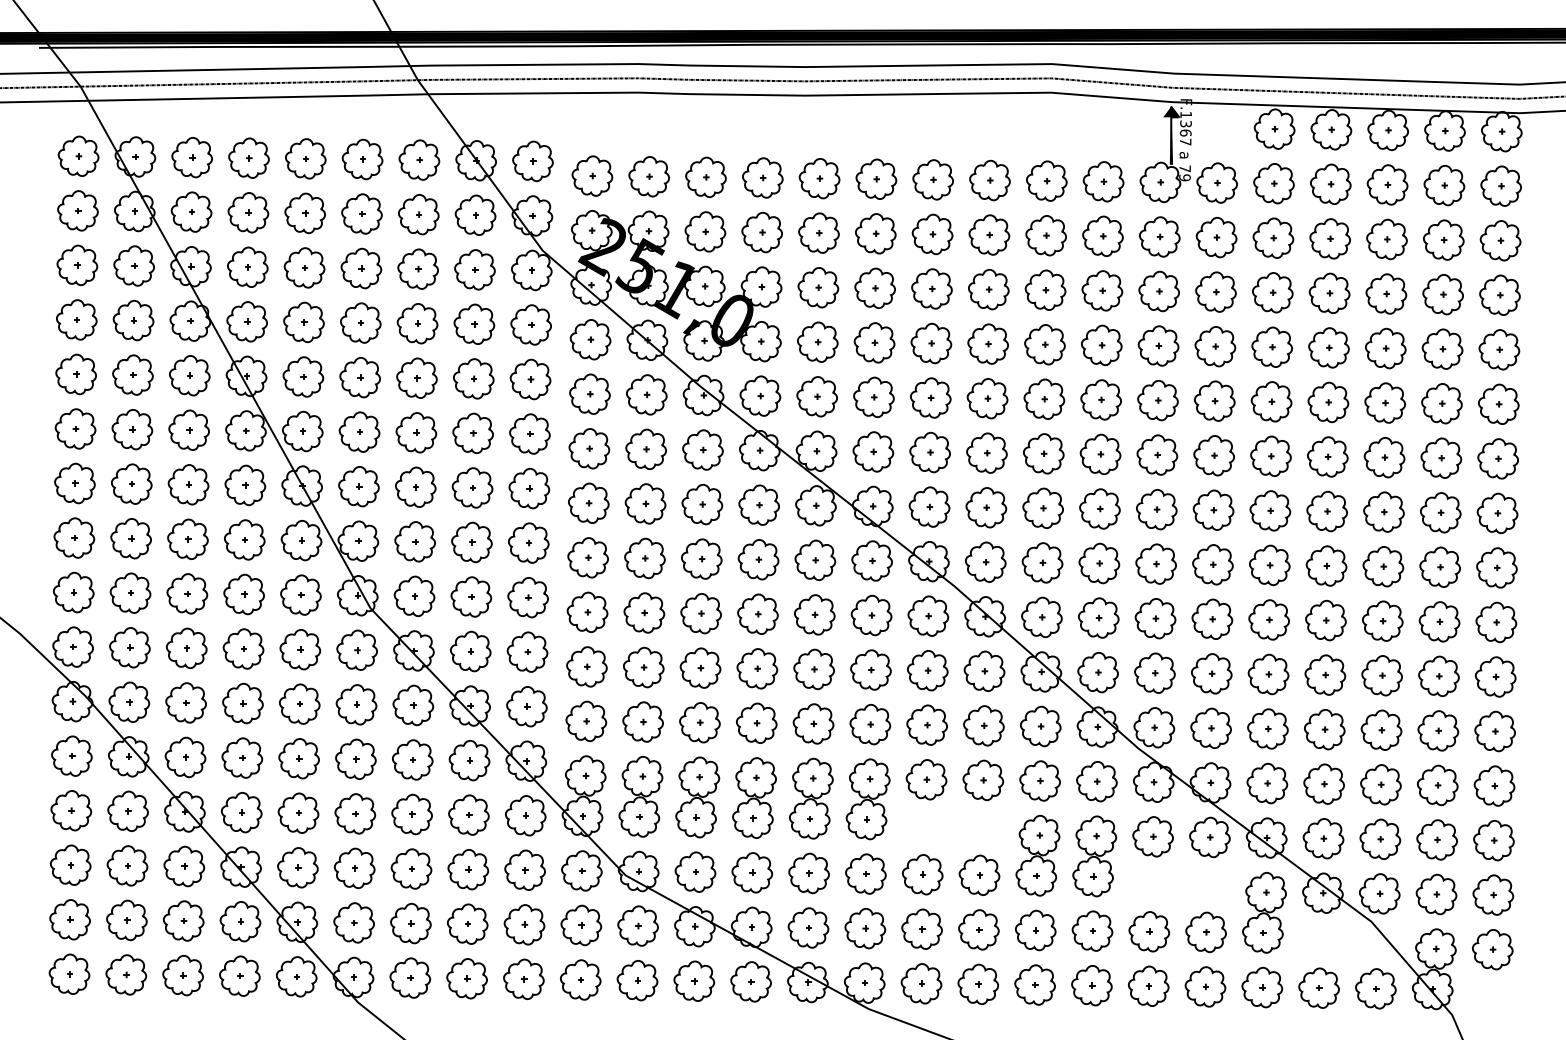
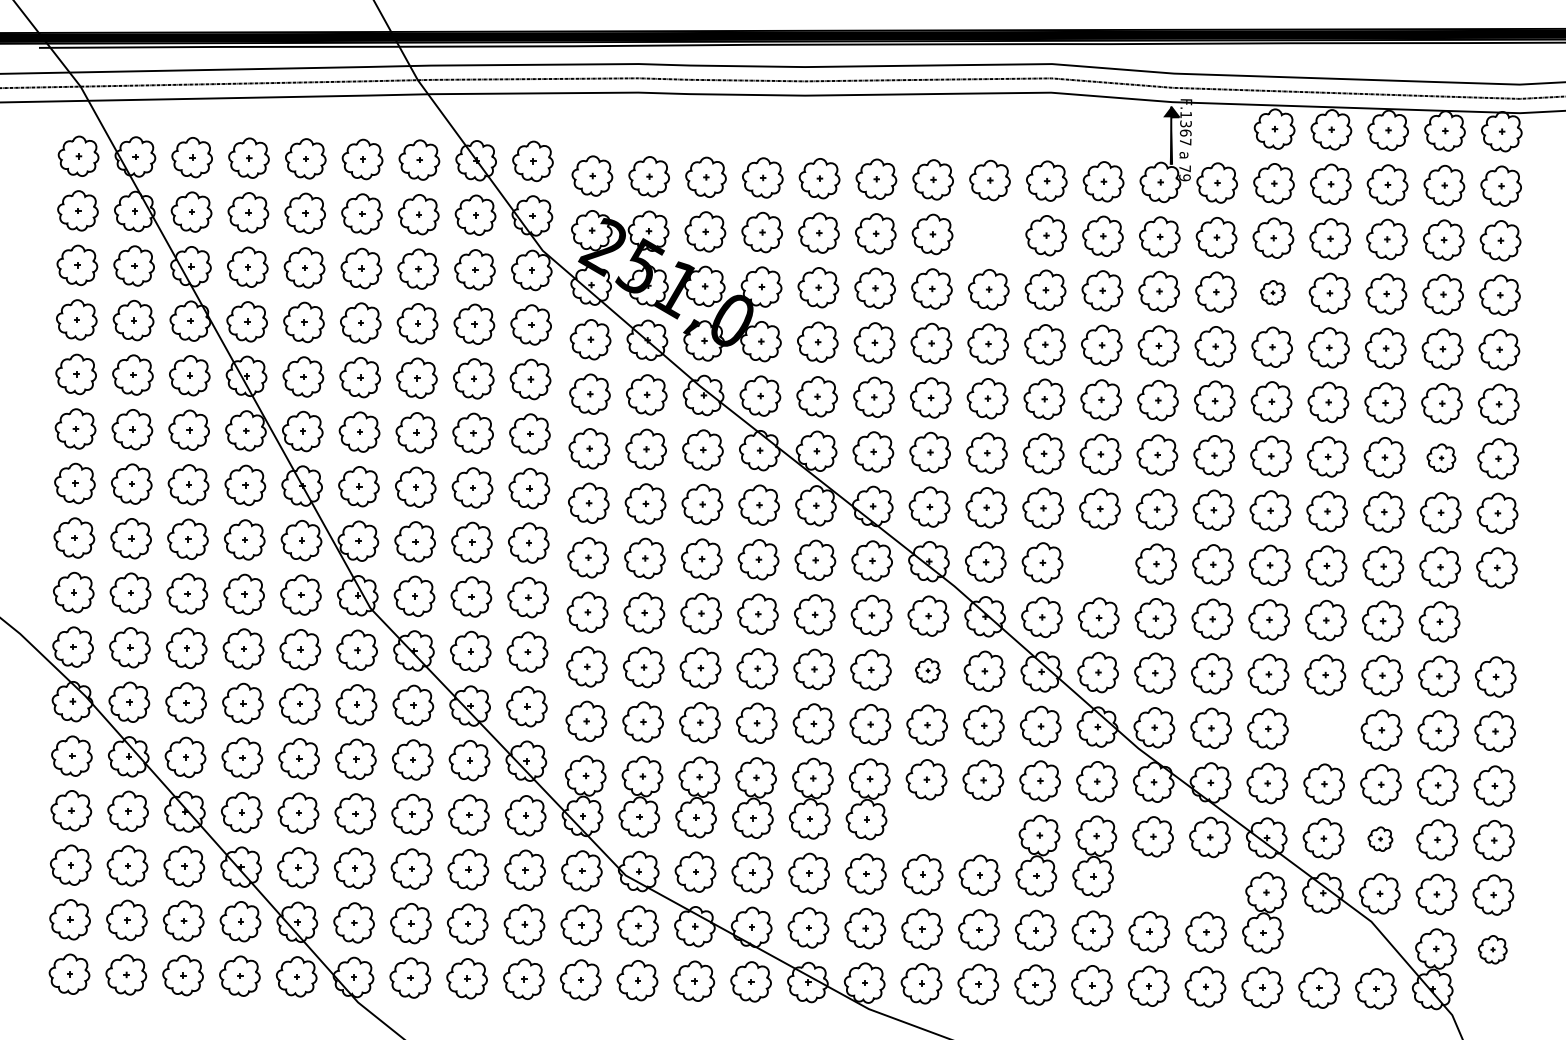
part at (989, 234): present -> none
part at (1272, 292) size: 42x42 px -> 26x26 px
part at (1441, 457) size: 43x42 px -> 31x30 px
part at (1099, 563): present -> none
part at (1496, 622): present -> none
part at (927, 670) size: 42x42 px -> 26x26 px
part at (1324, 729): present -> none
part at (1380, 838) size: 43x42 px -> 27x26 px
part at (1492, 949) size: 42x42 px -> 30x30 px
